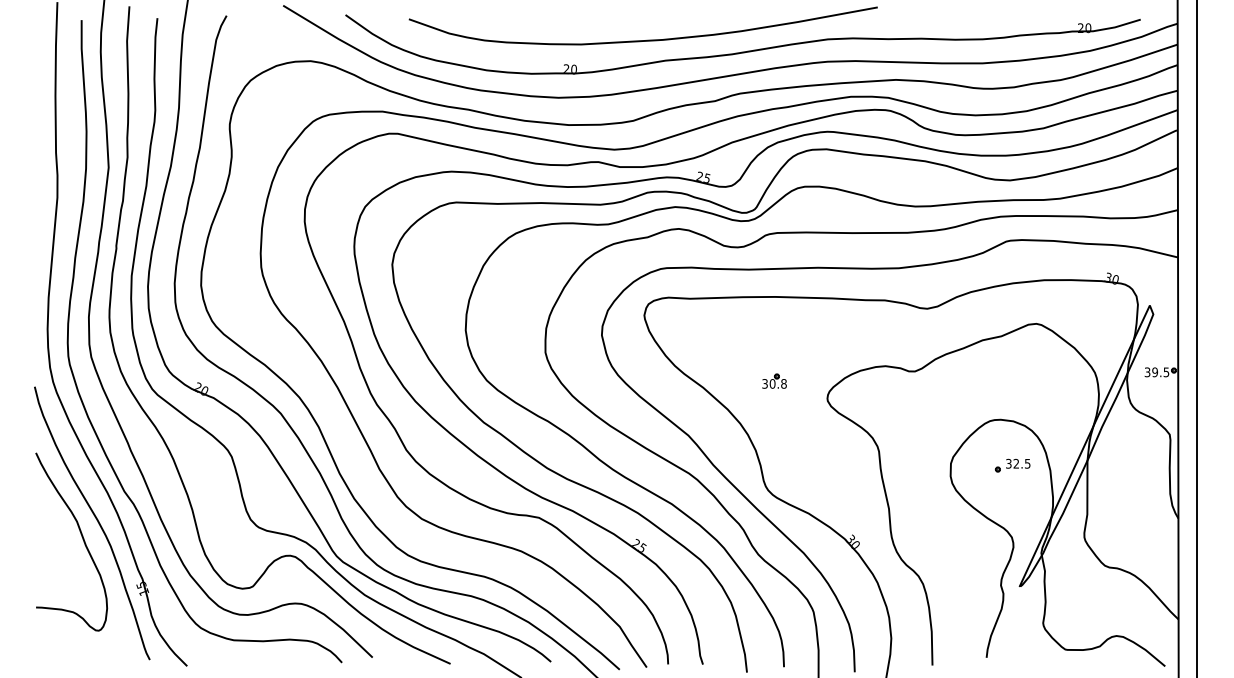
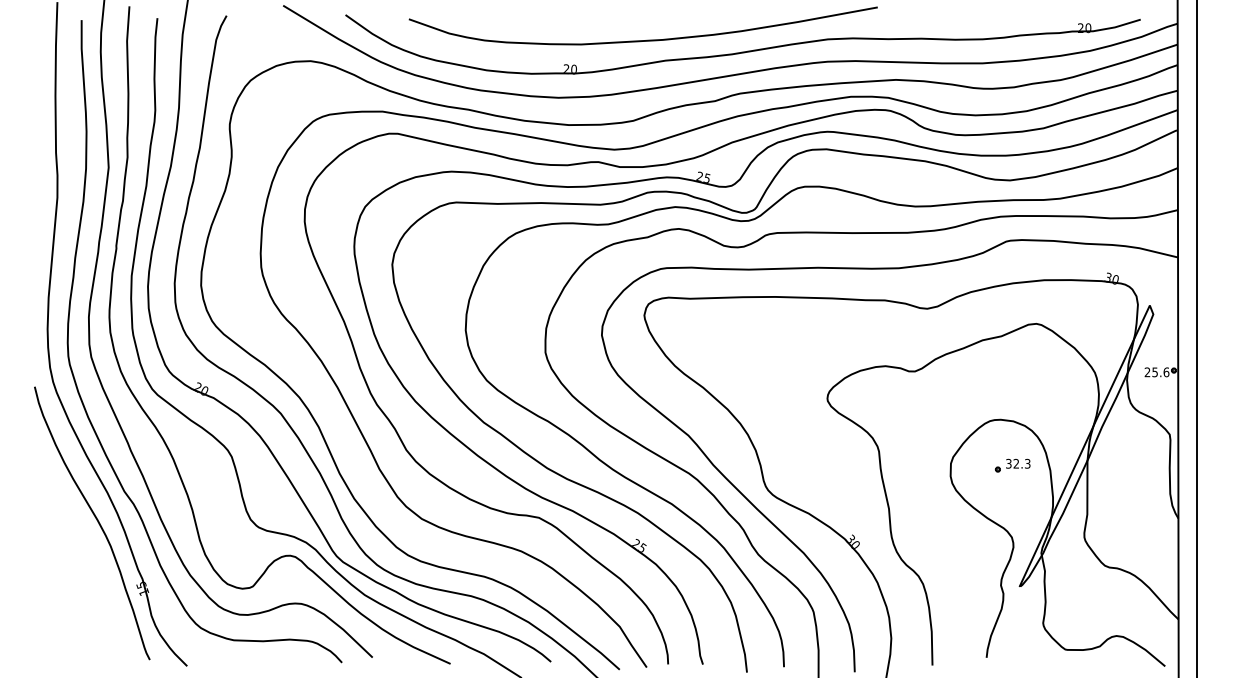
text at (1156, 372): 39.5 -> 25.6
part at (774, 380): present -> none
text at (1027, 462): 32.5 -> 32.3
curve at (81, 537): present -> none
